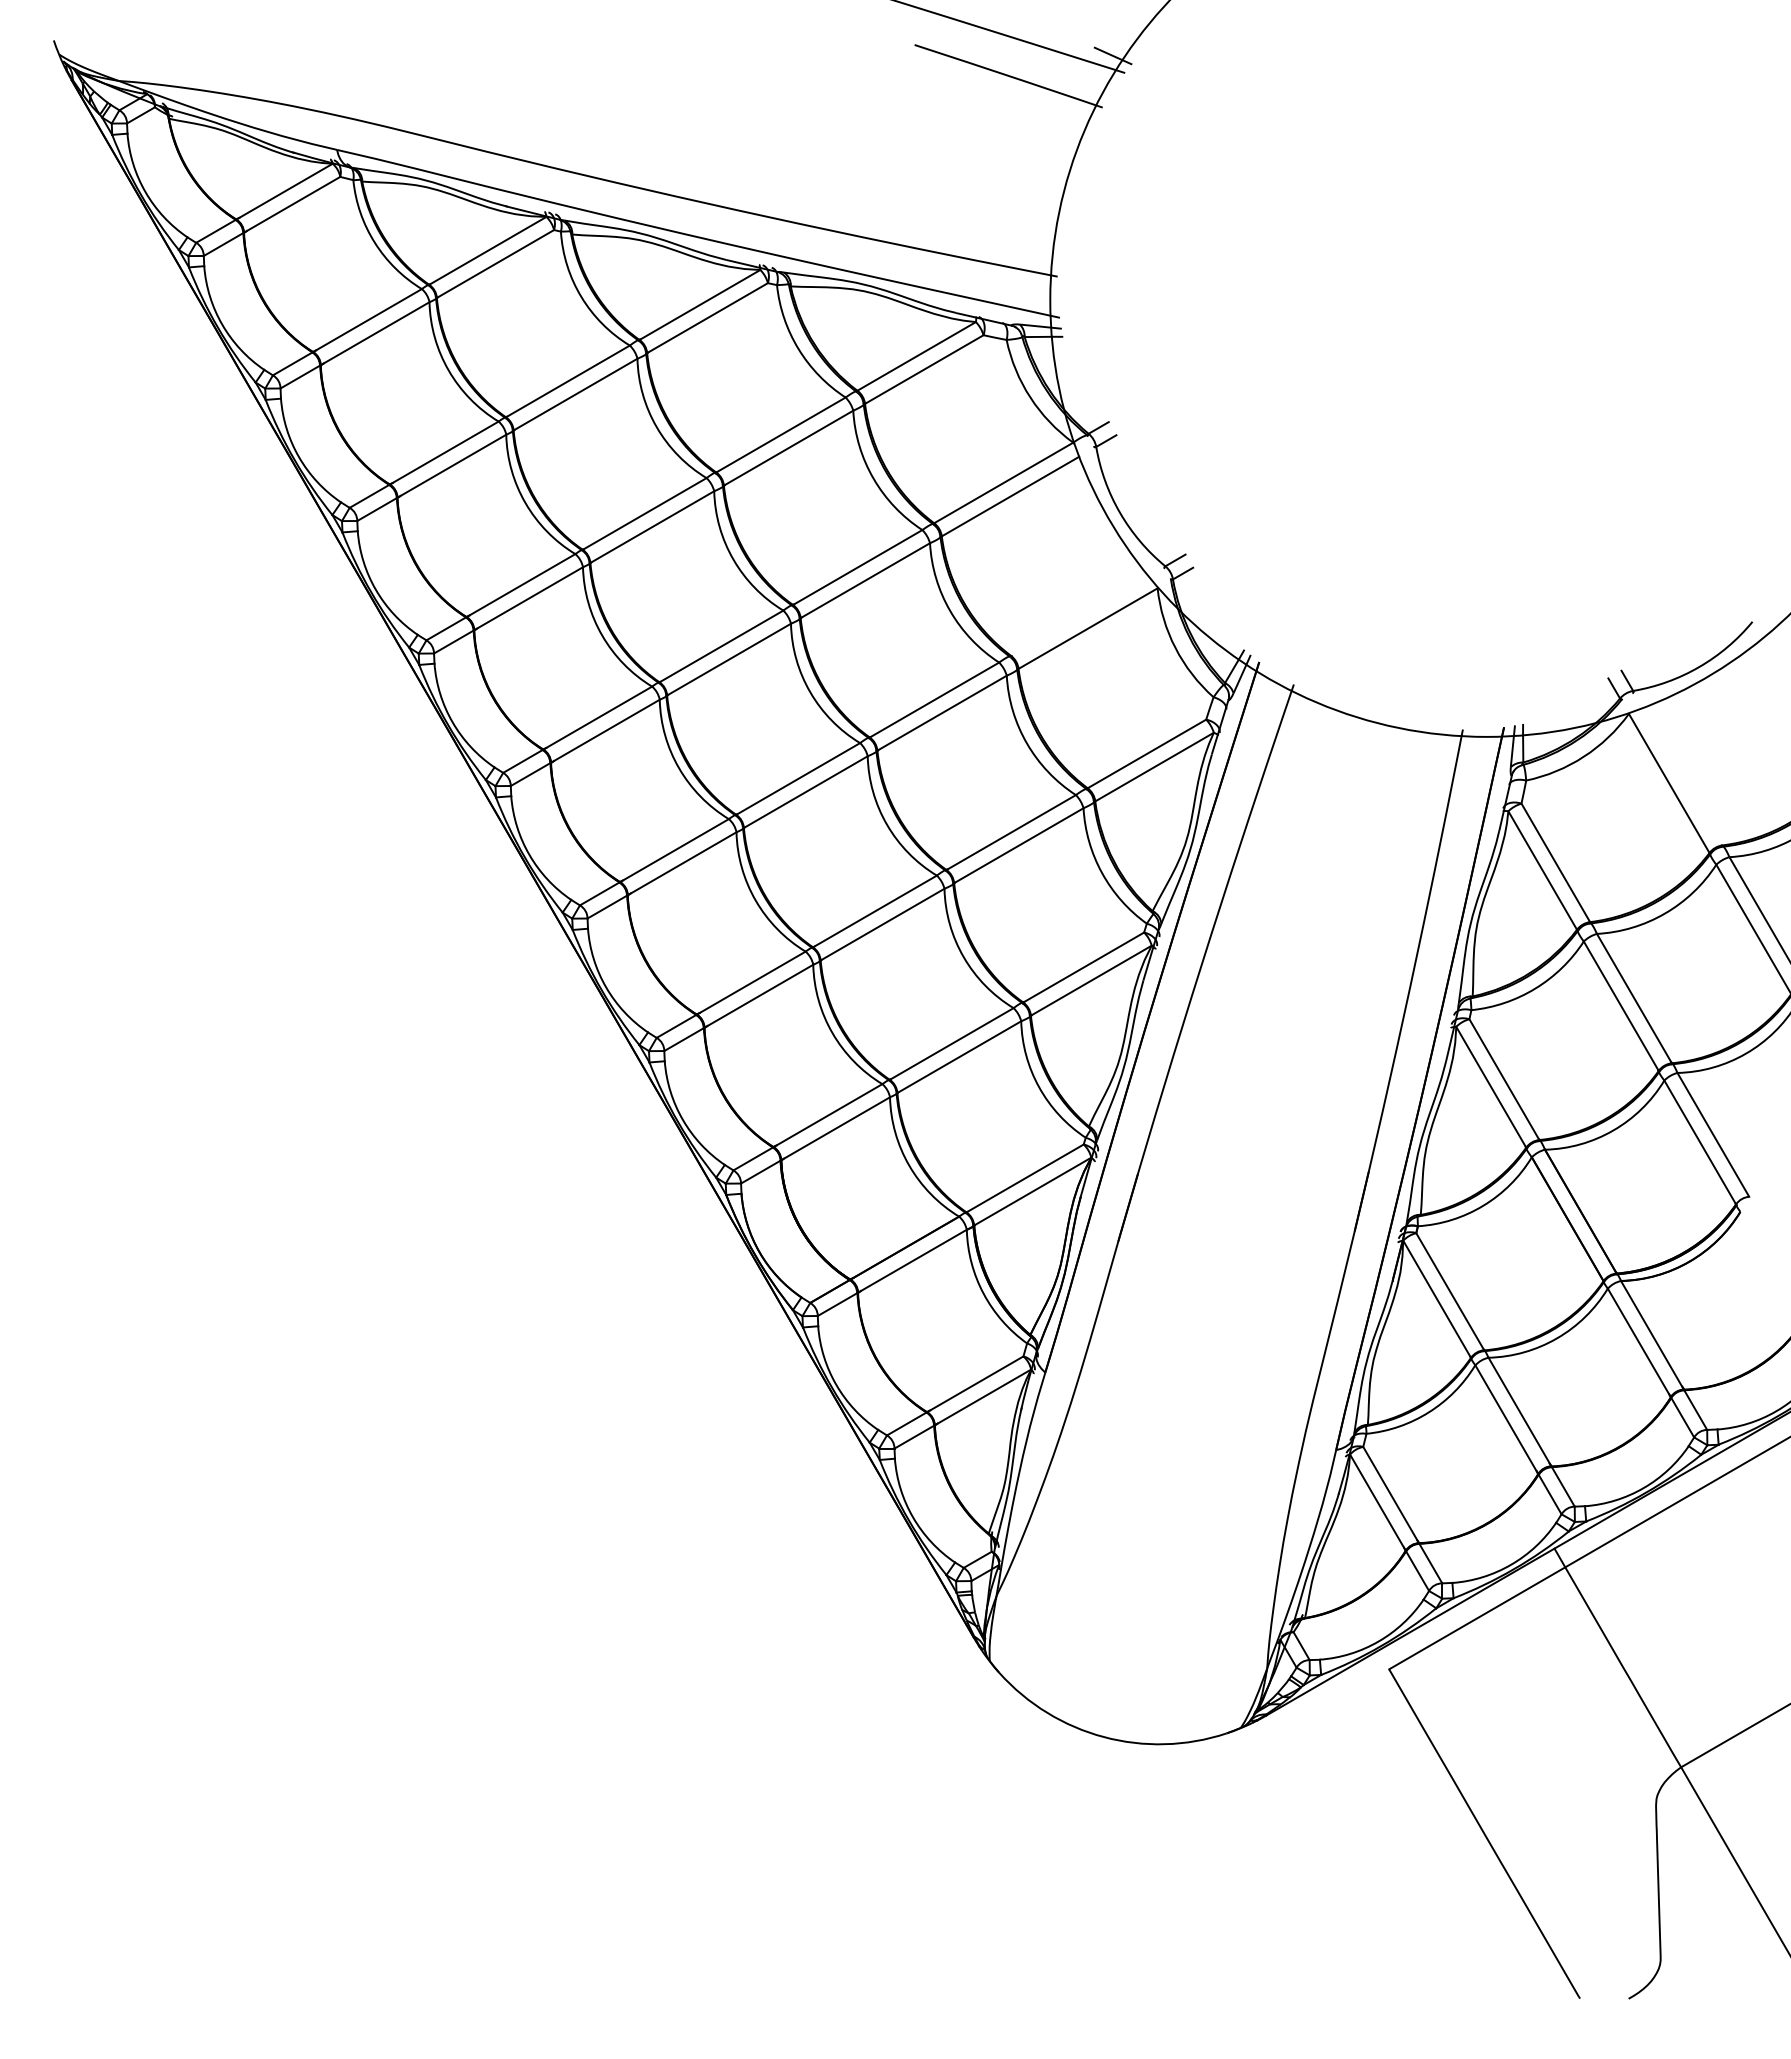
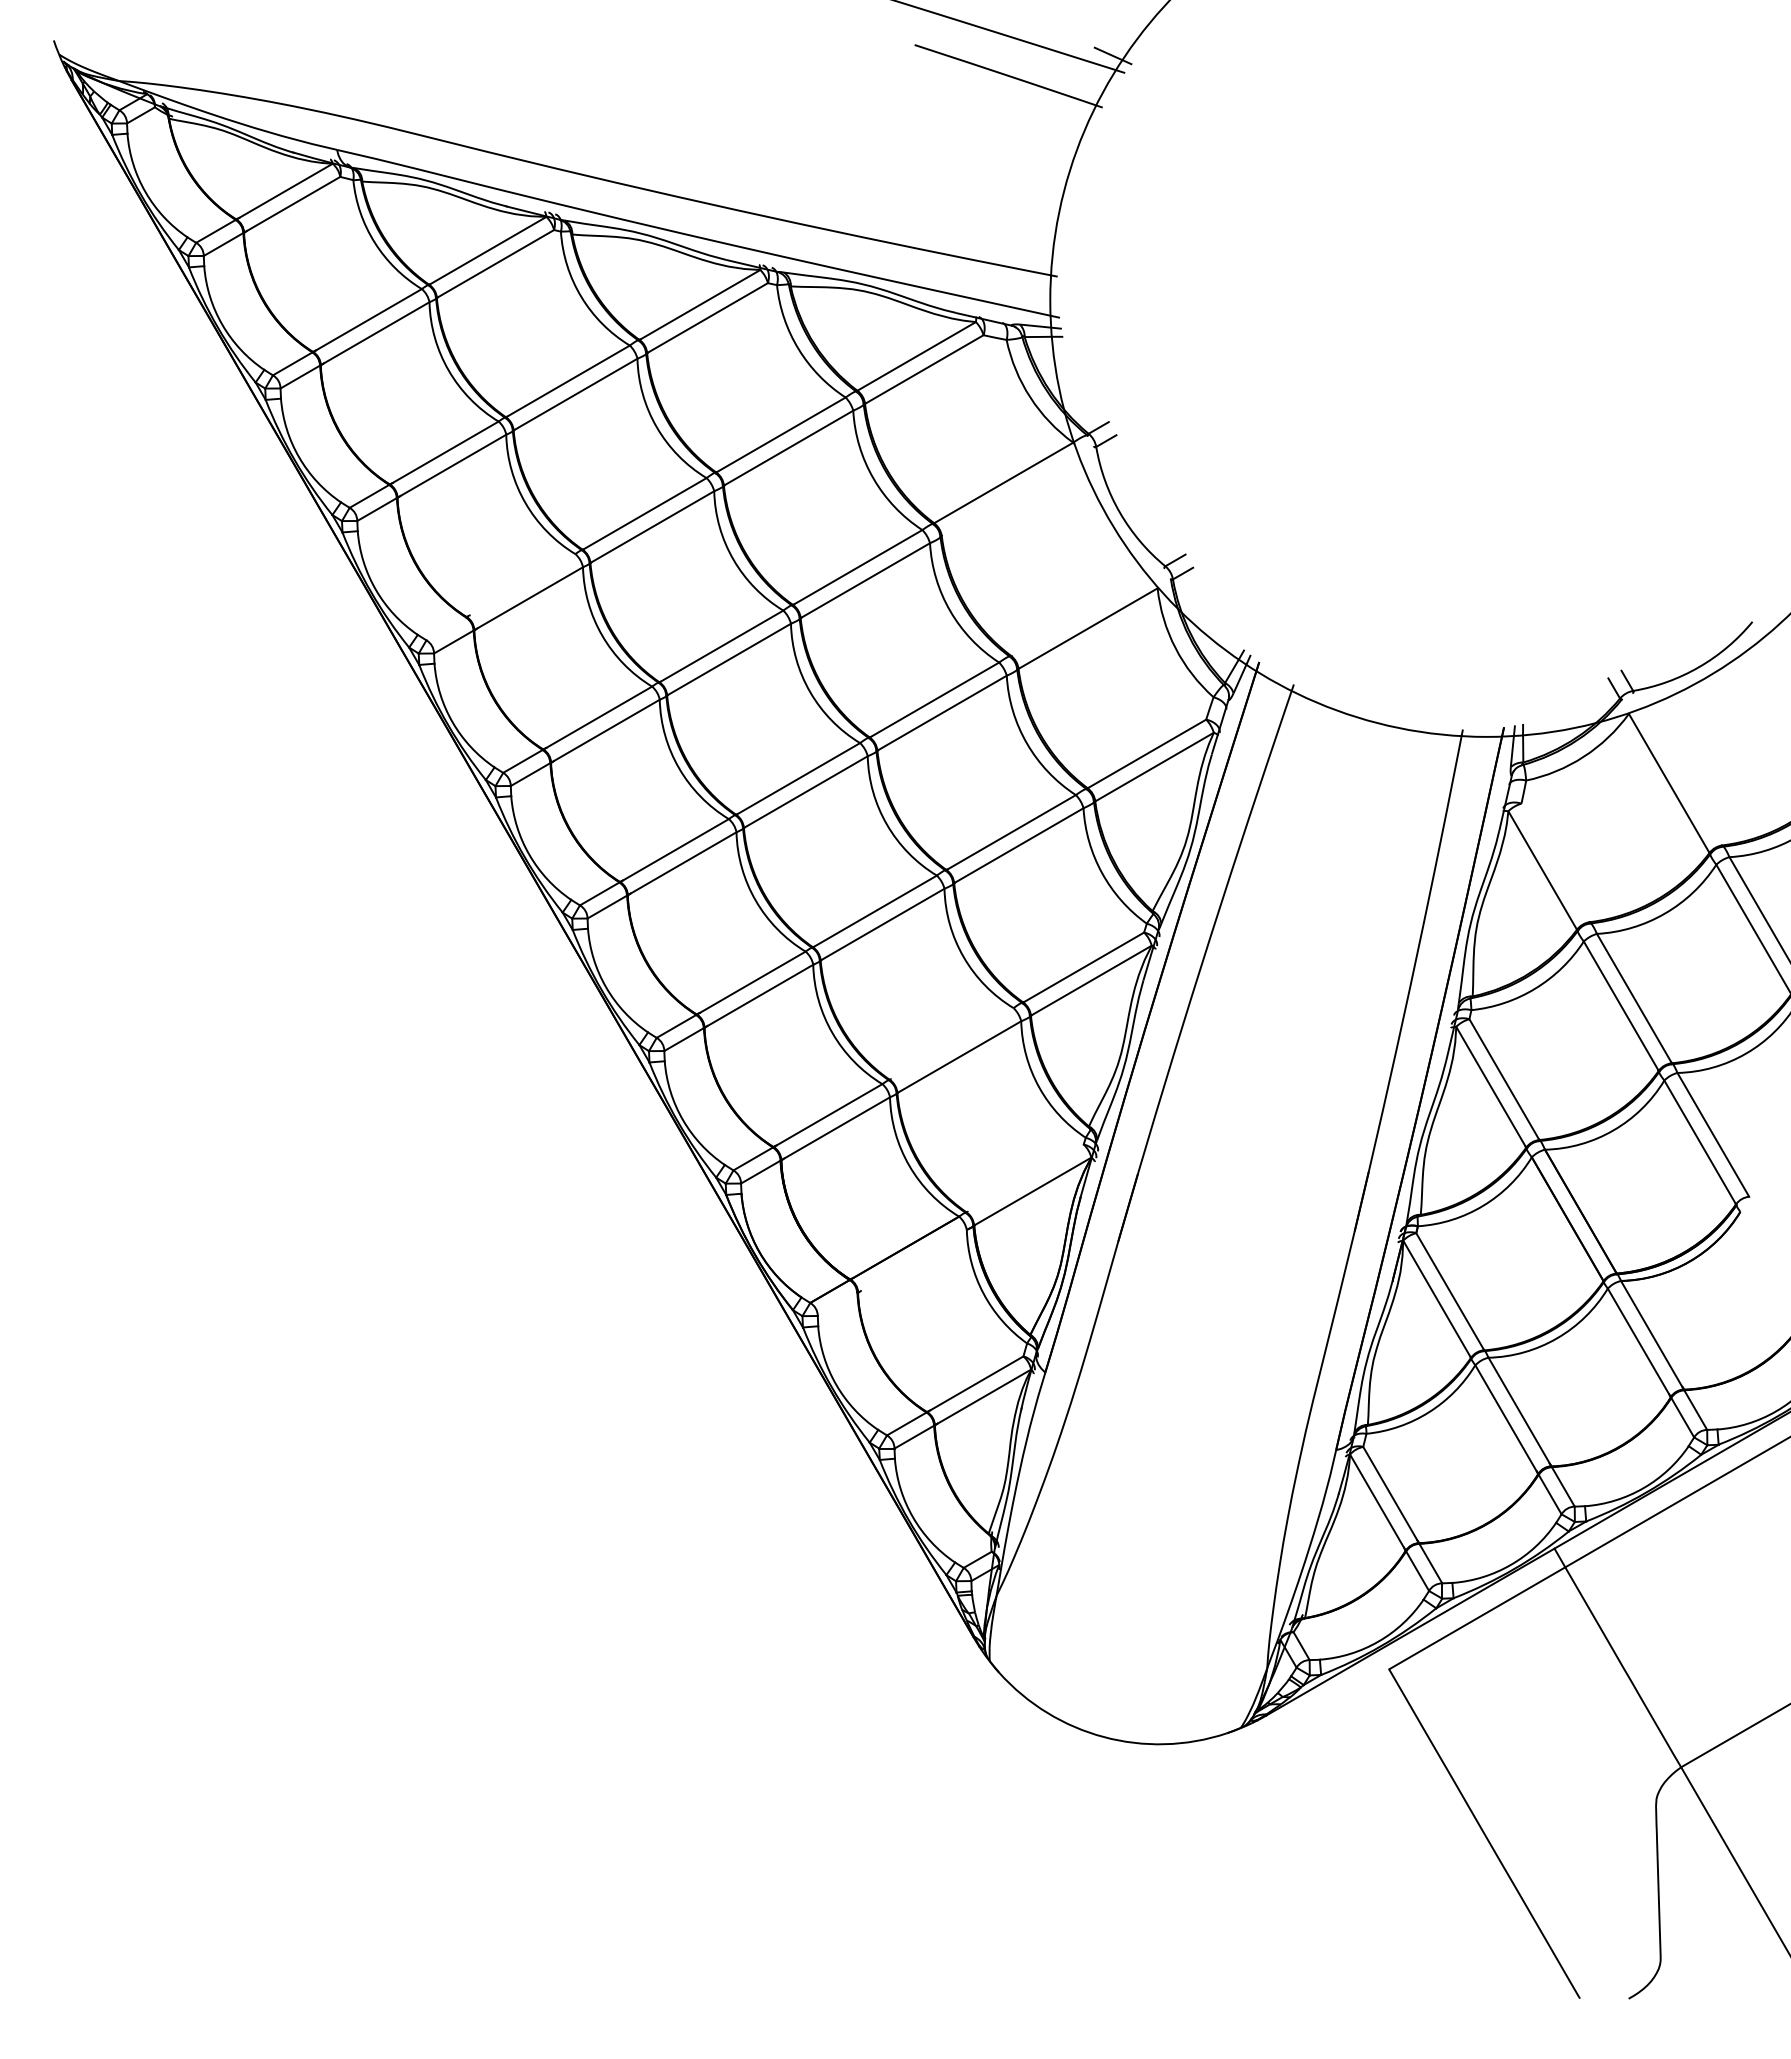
line at (1010, 496): present -> none
line at (500, 597): present -> none
line at (1555, 862): present -> none
line at (951, 1043): present -> none
line at (1024, 1178): present -> none
line at (891, 1272): present -> none
